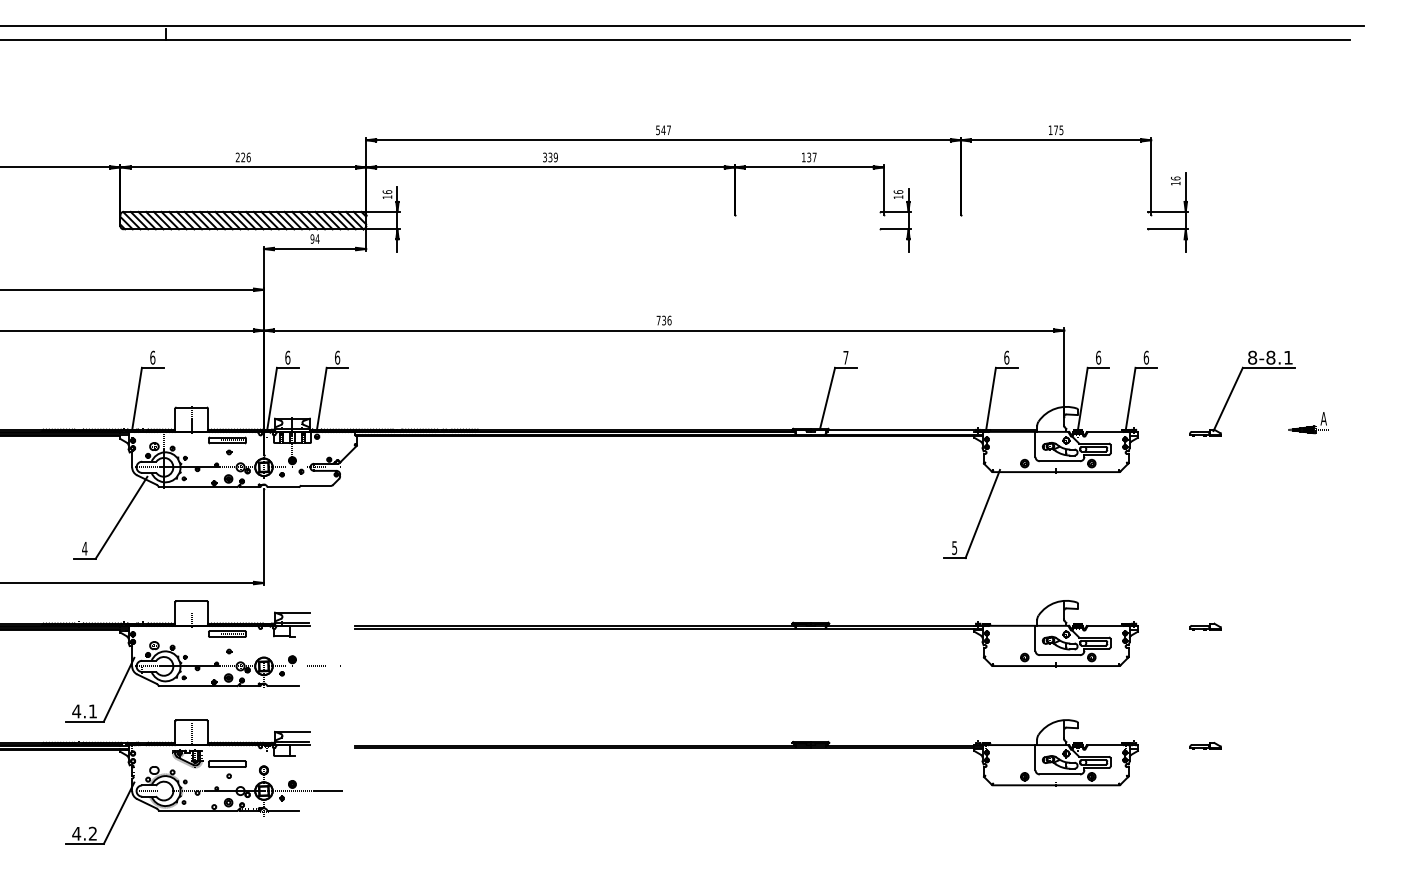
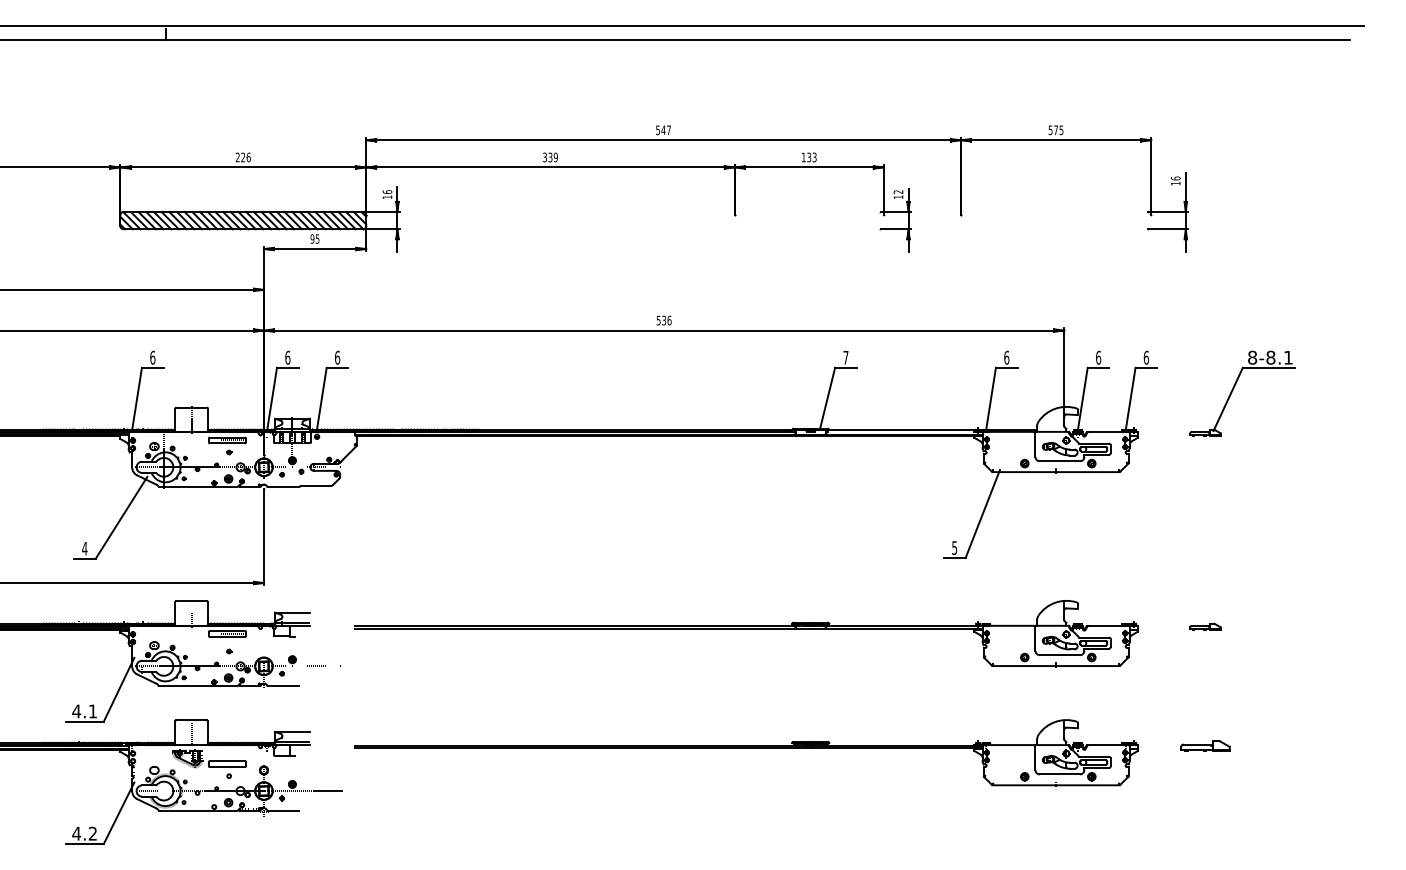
text at (1050, 130): 175 -> 575
text at (814, 157): 137 -> 133
text at (898, 191): 16 -> 12
text at (317, 238): 94 -> 95
text at (658, 320): 736 -> 536
part at (1308, 423): present -> none
part at (1205, 745) size: 33x8 px -> 51x12 px
